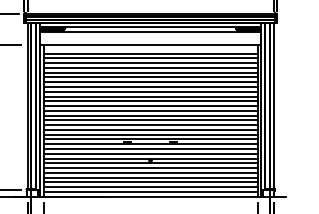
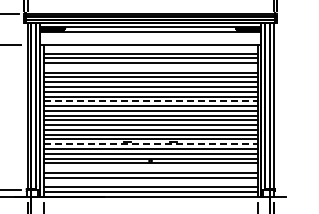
line at (150, 67): present -> none
line at (150, 101): solid -> dashed
line at (150, 144): solid -> dashed
line at (150, 168): present -> none
line at (150, 182): present -> none
